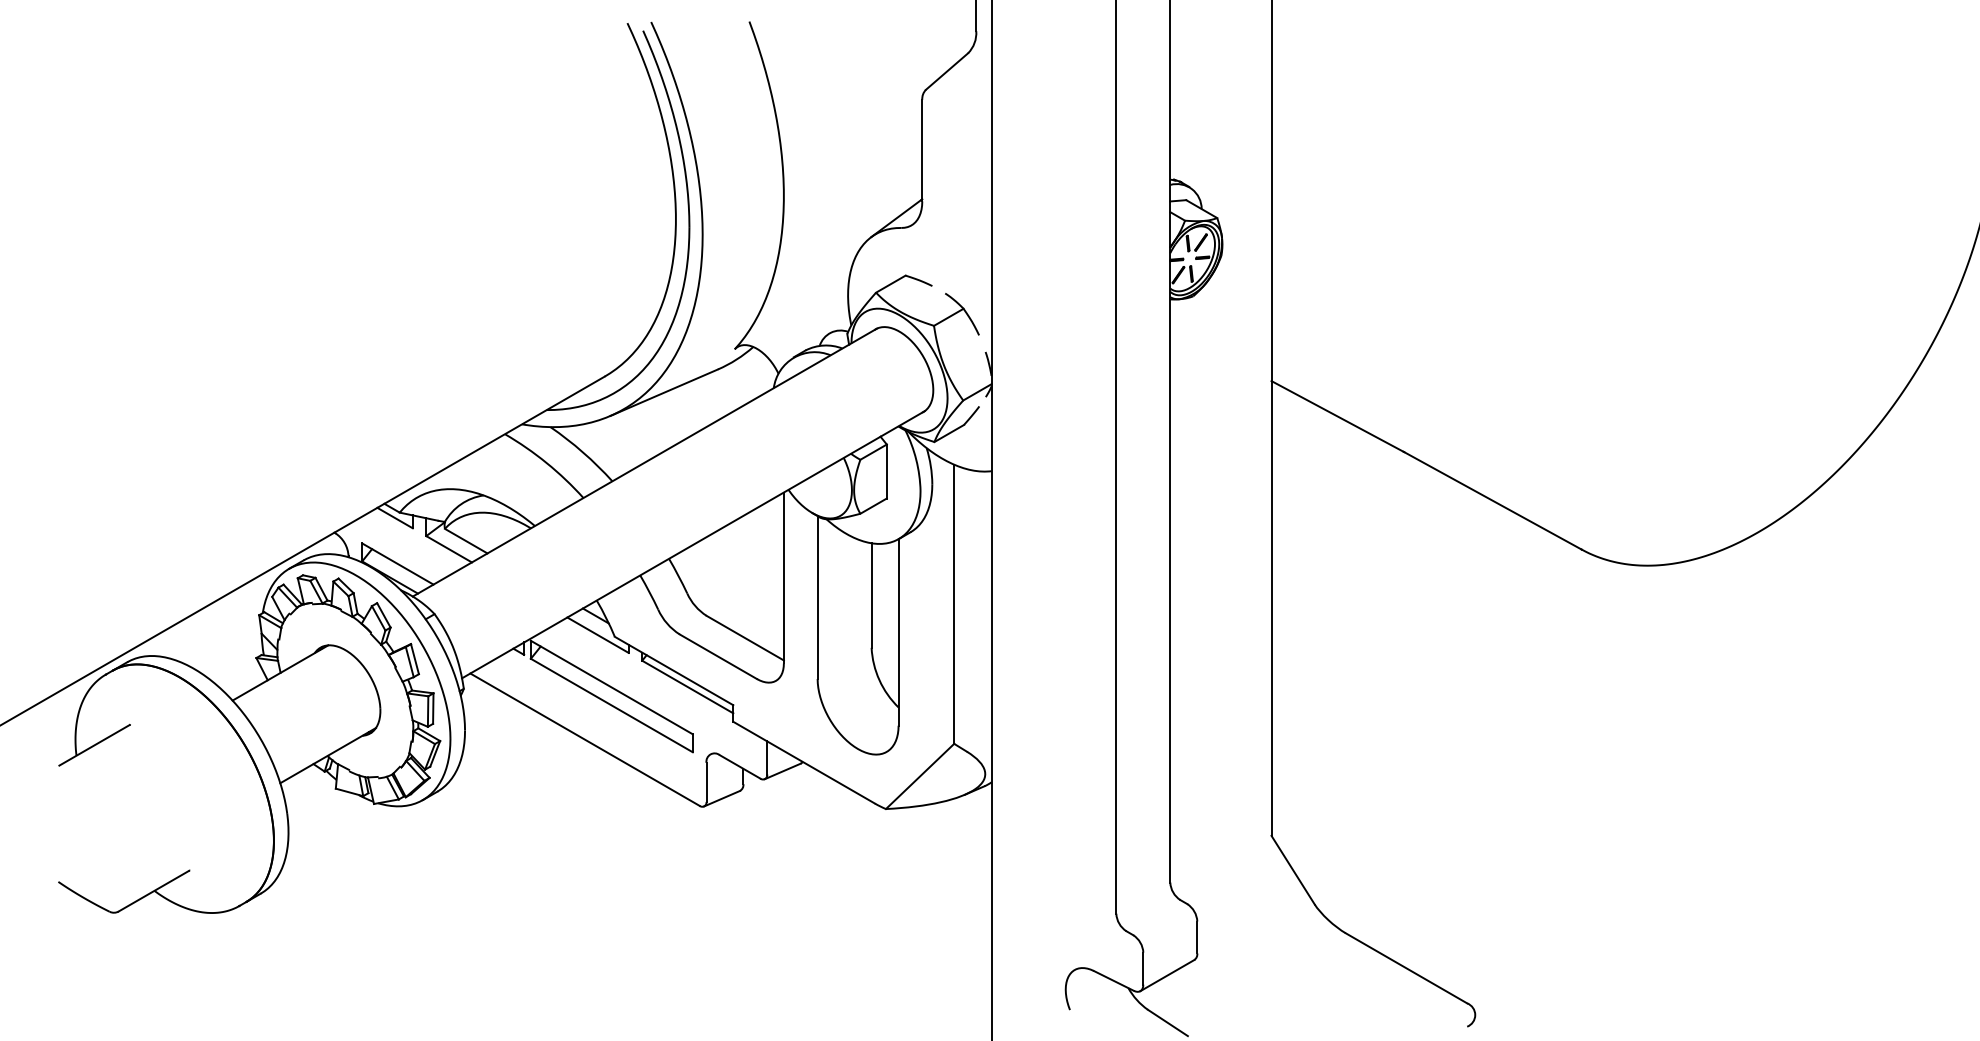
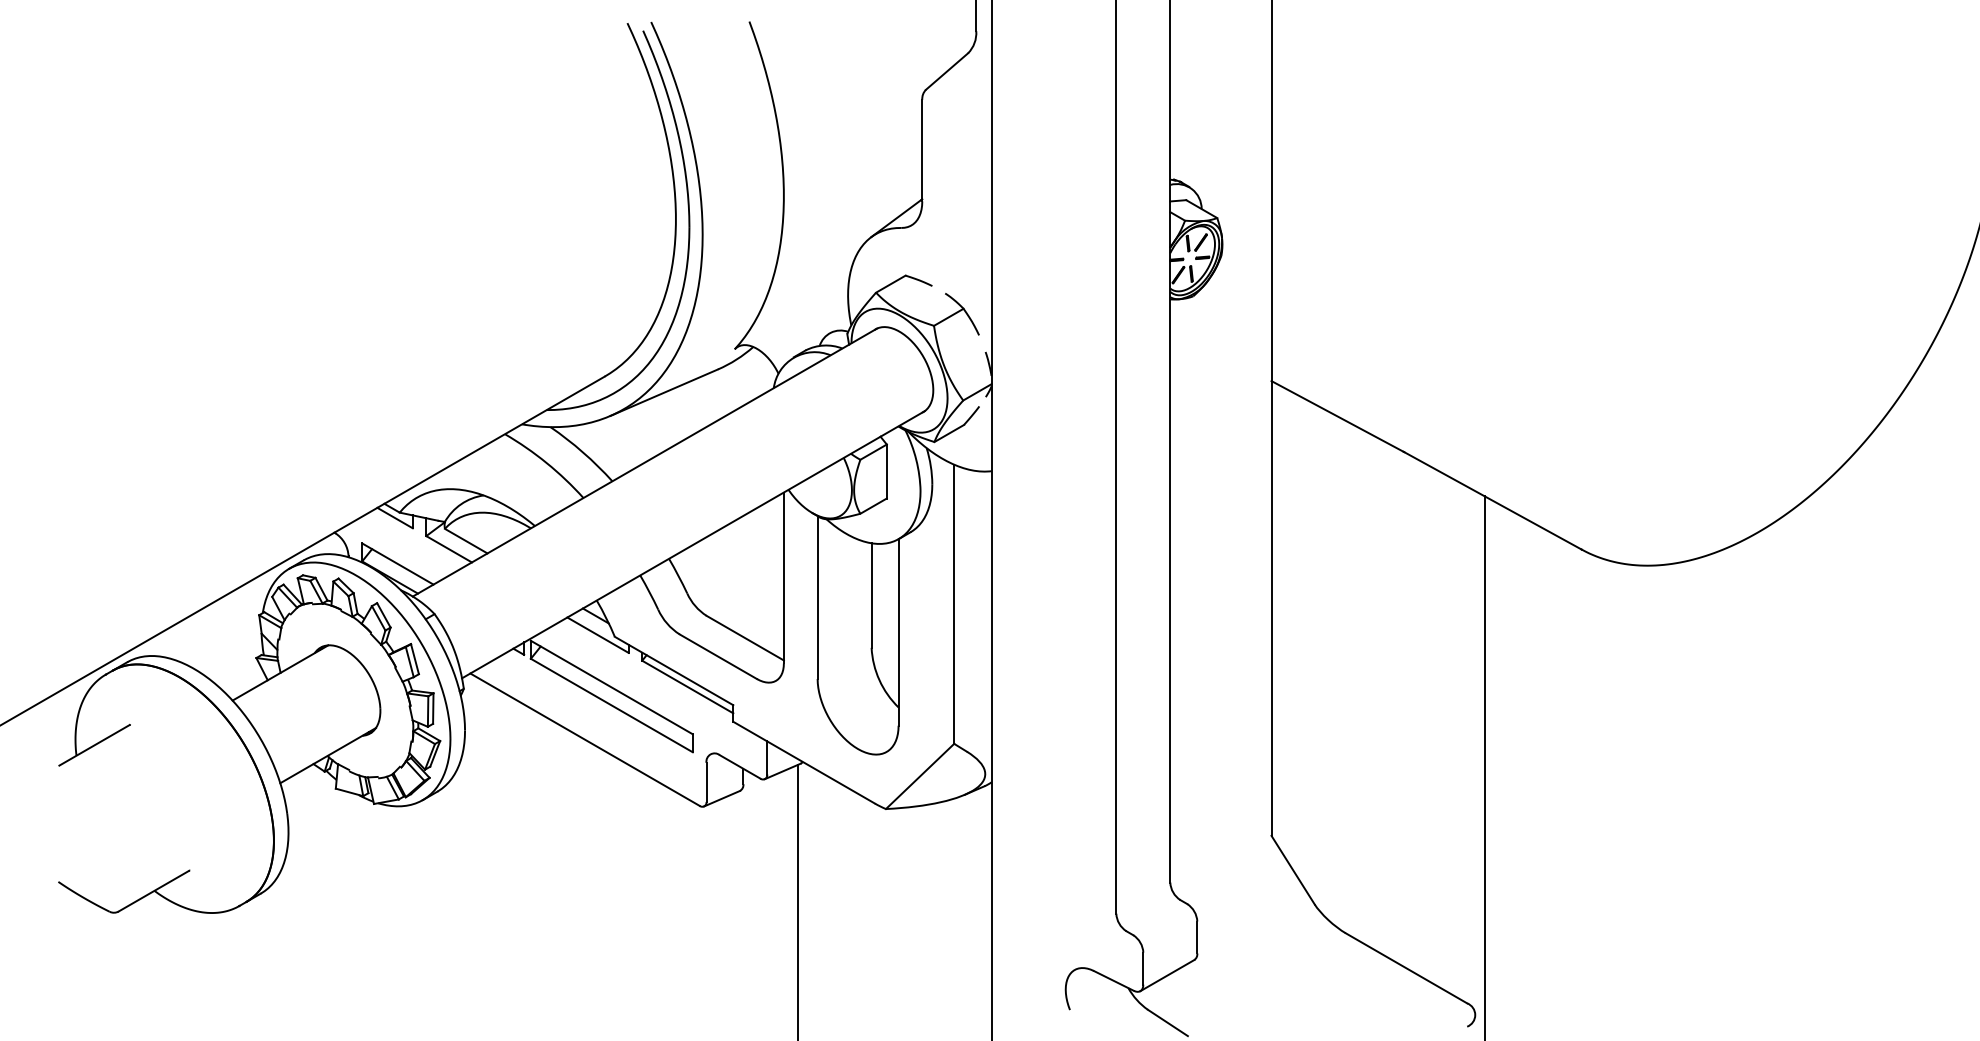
line at (1484, 766): none -> present
line at (797, 900): none -> present
